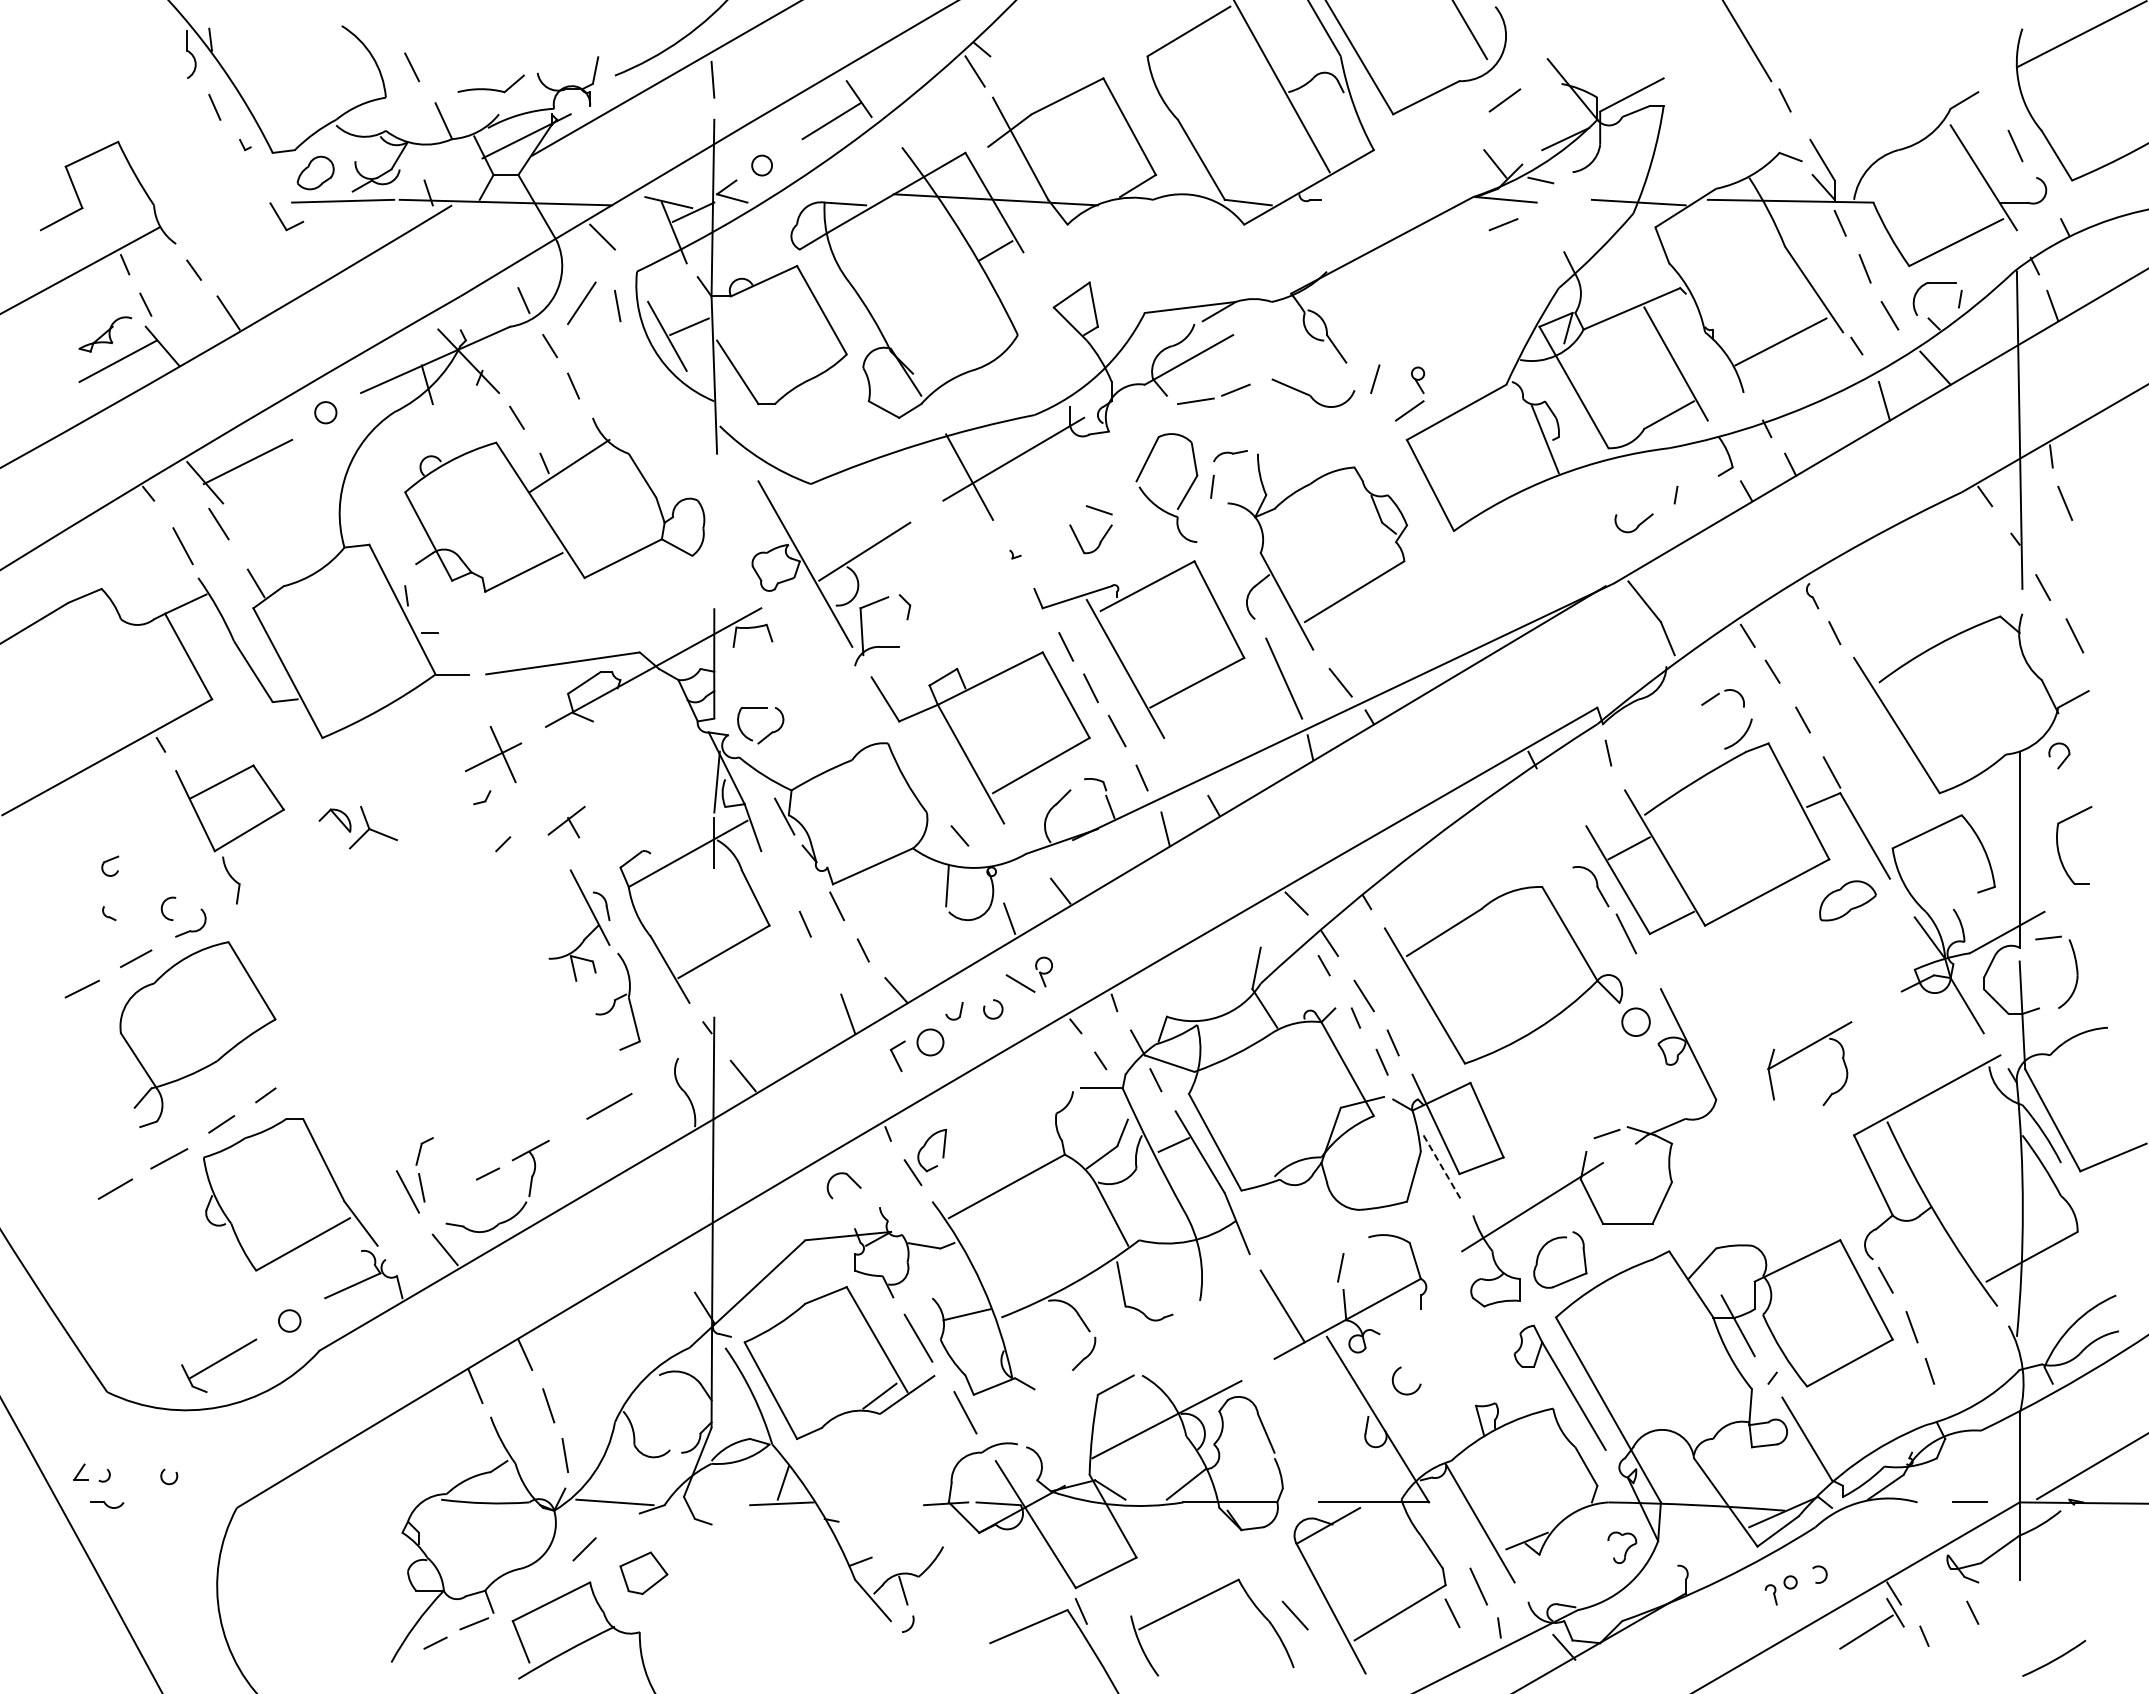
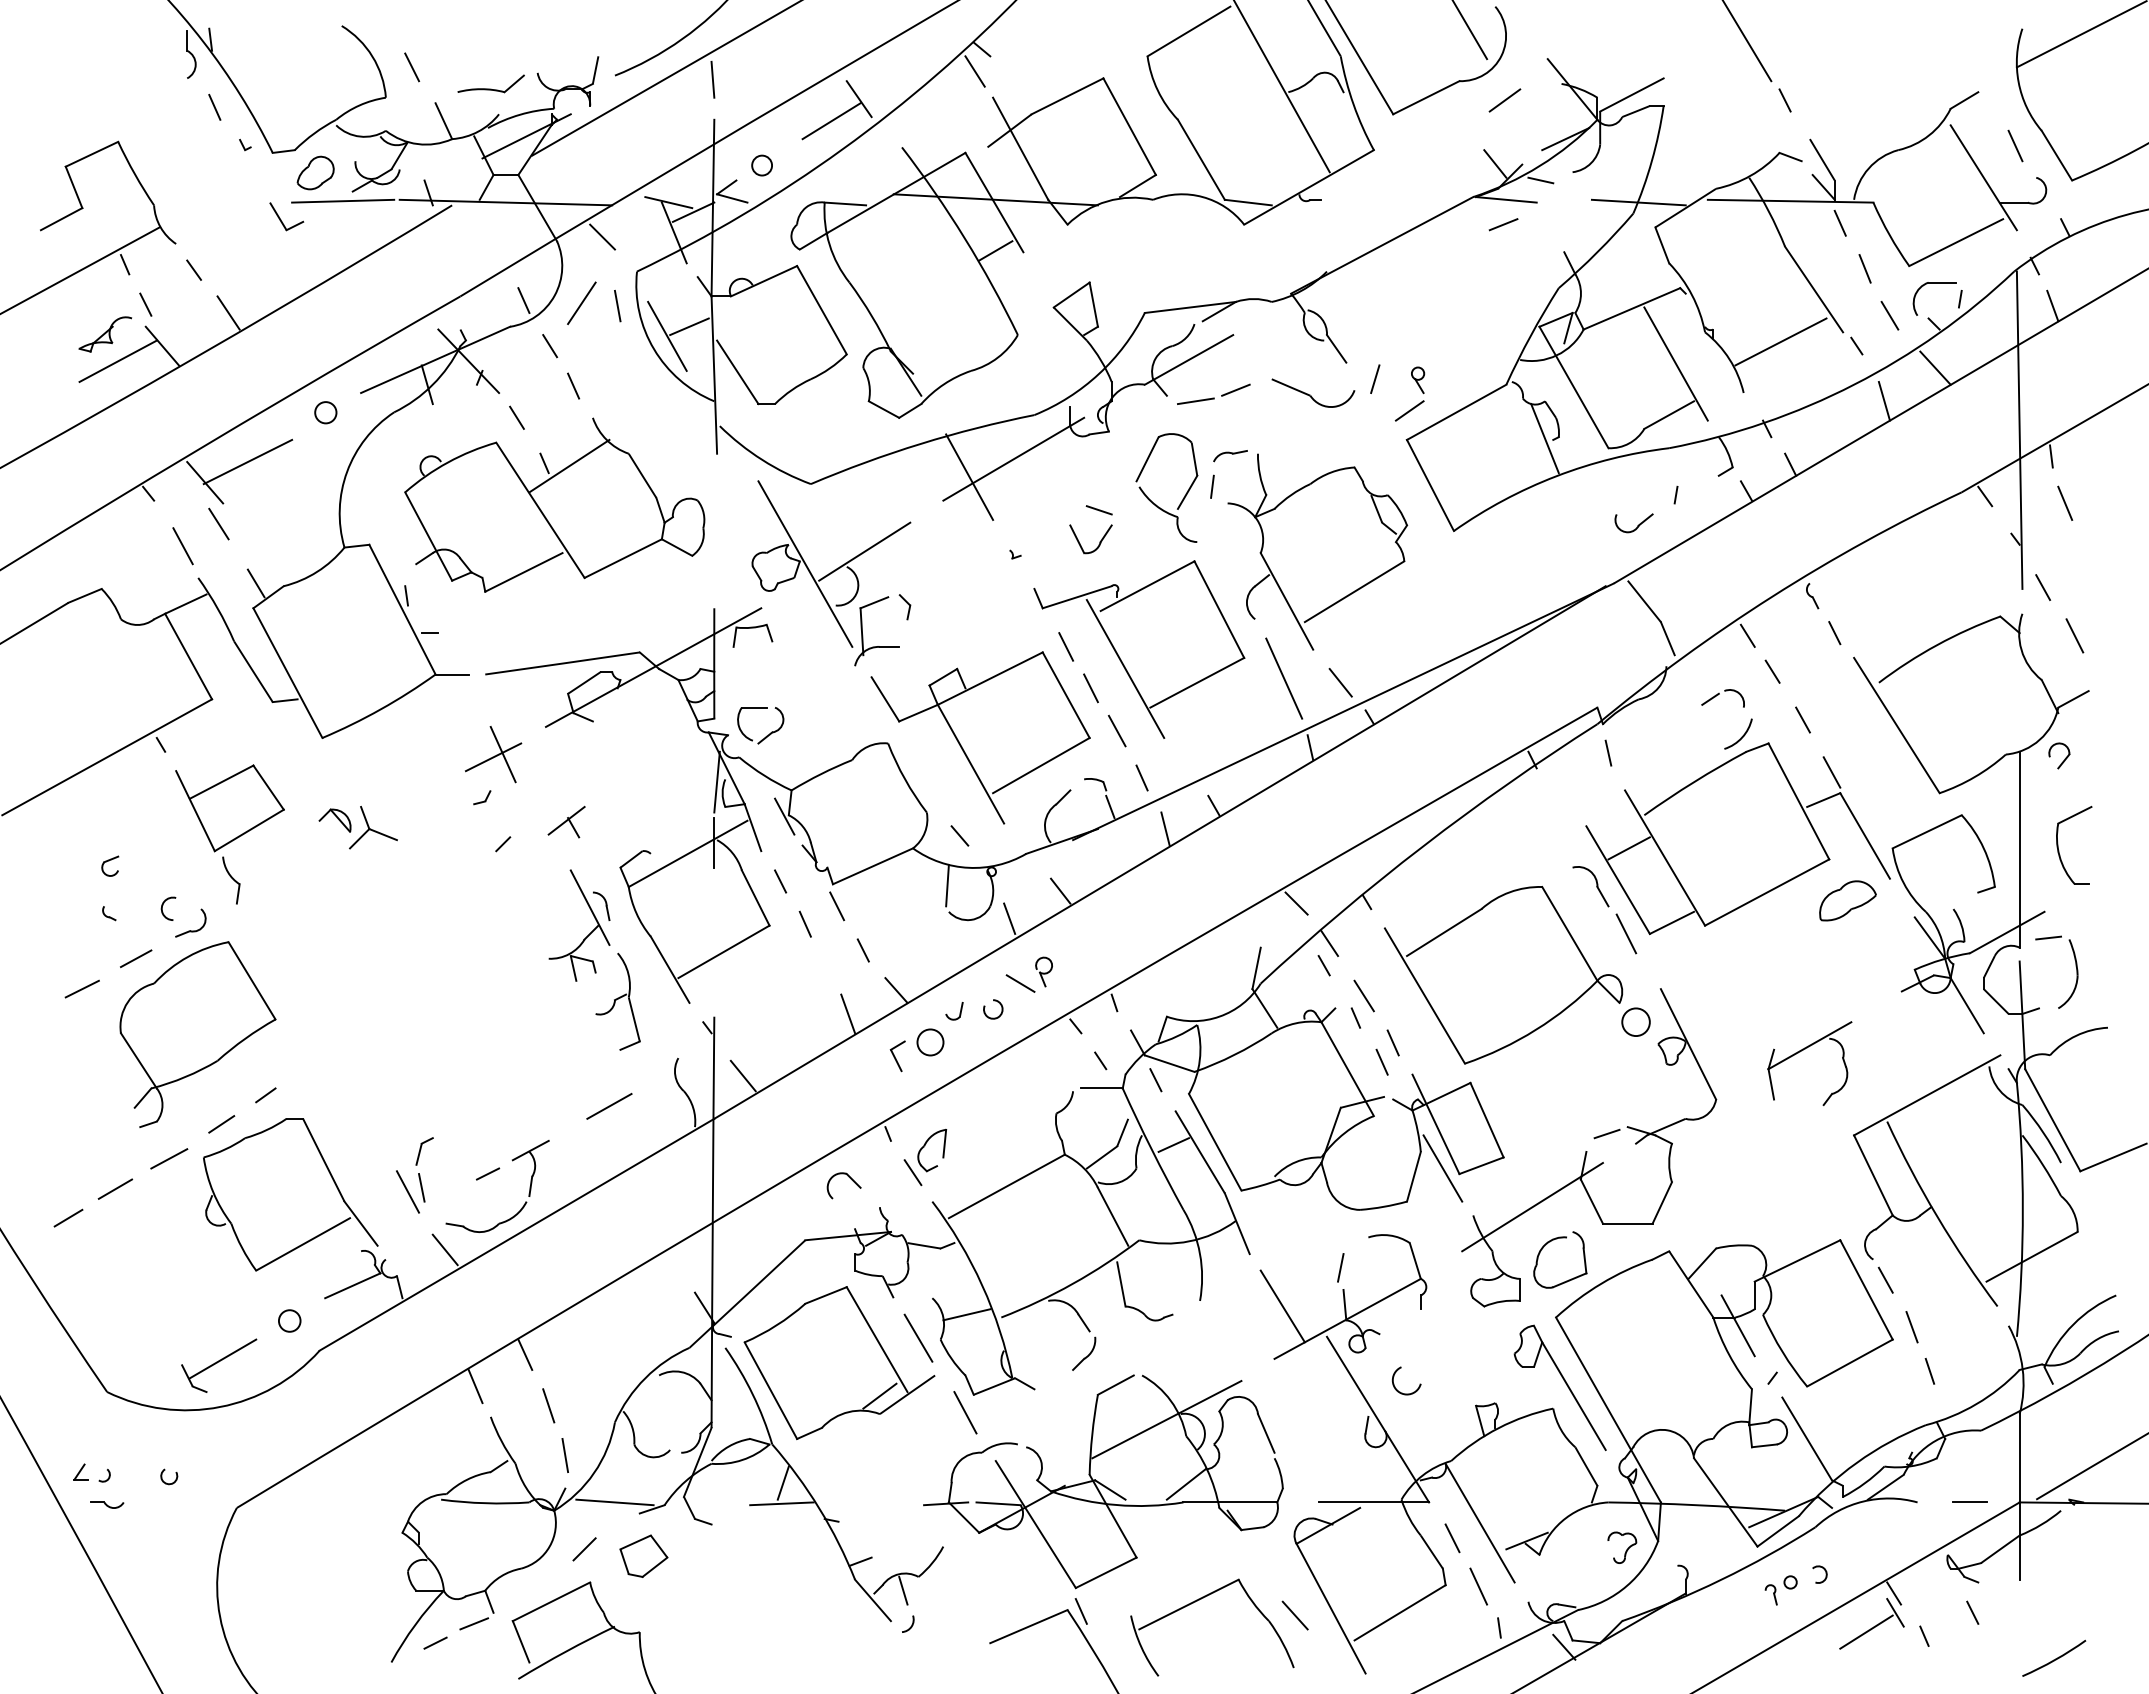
line at (780, 881): none -> present
line at (1443, 1168): dashed -> solid
line at (68, 1217): none -> present
part at (643, 1572) position: (643, 1572) -> (643, 1555)
line at (1452, 1613) position: (1452, 1613) -> (1452, 1538)
